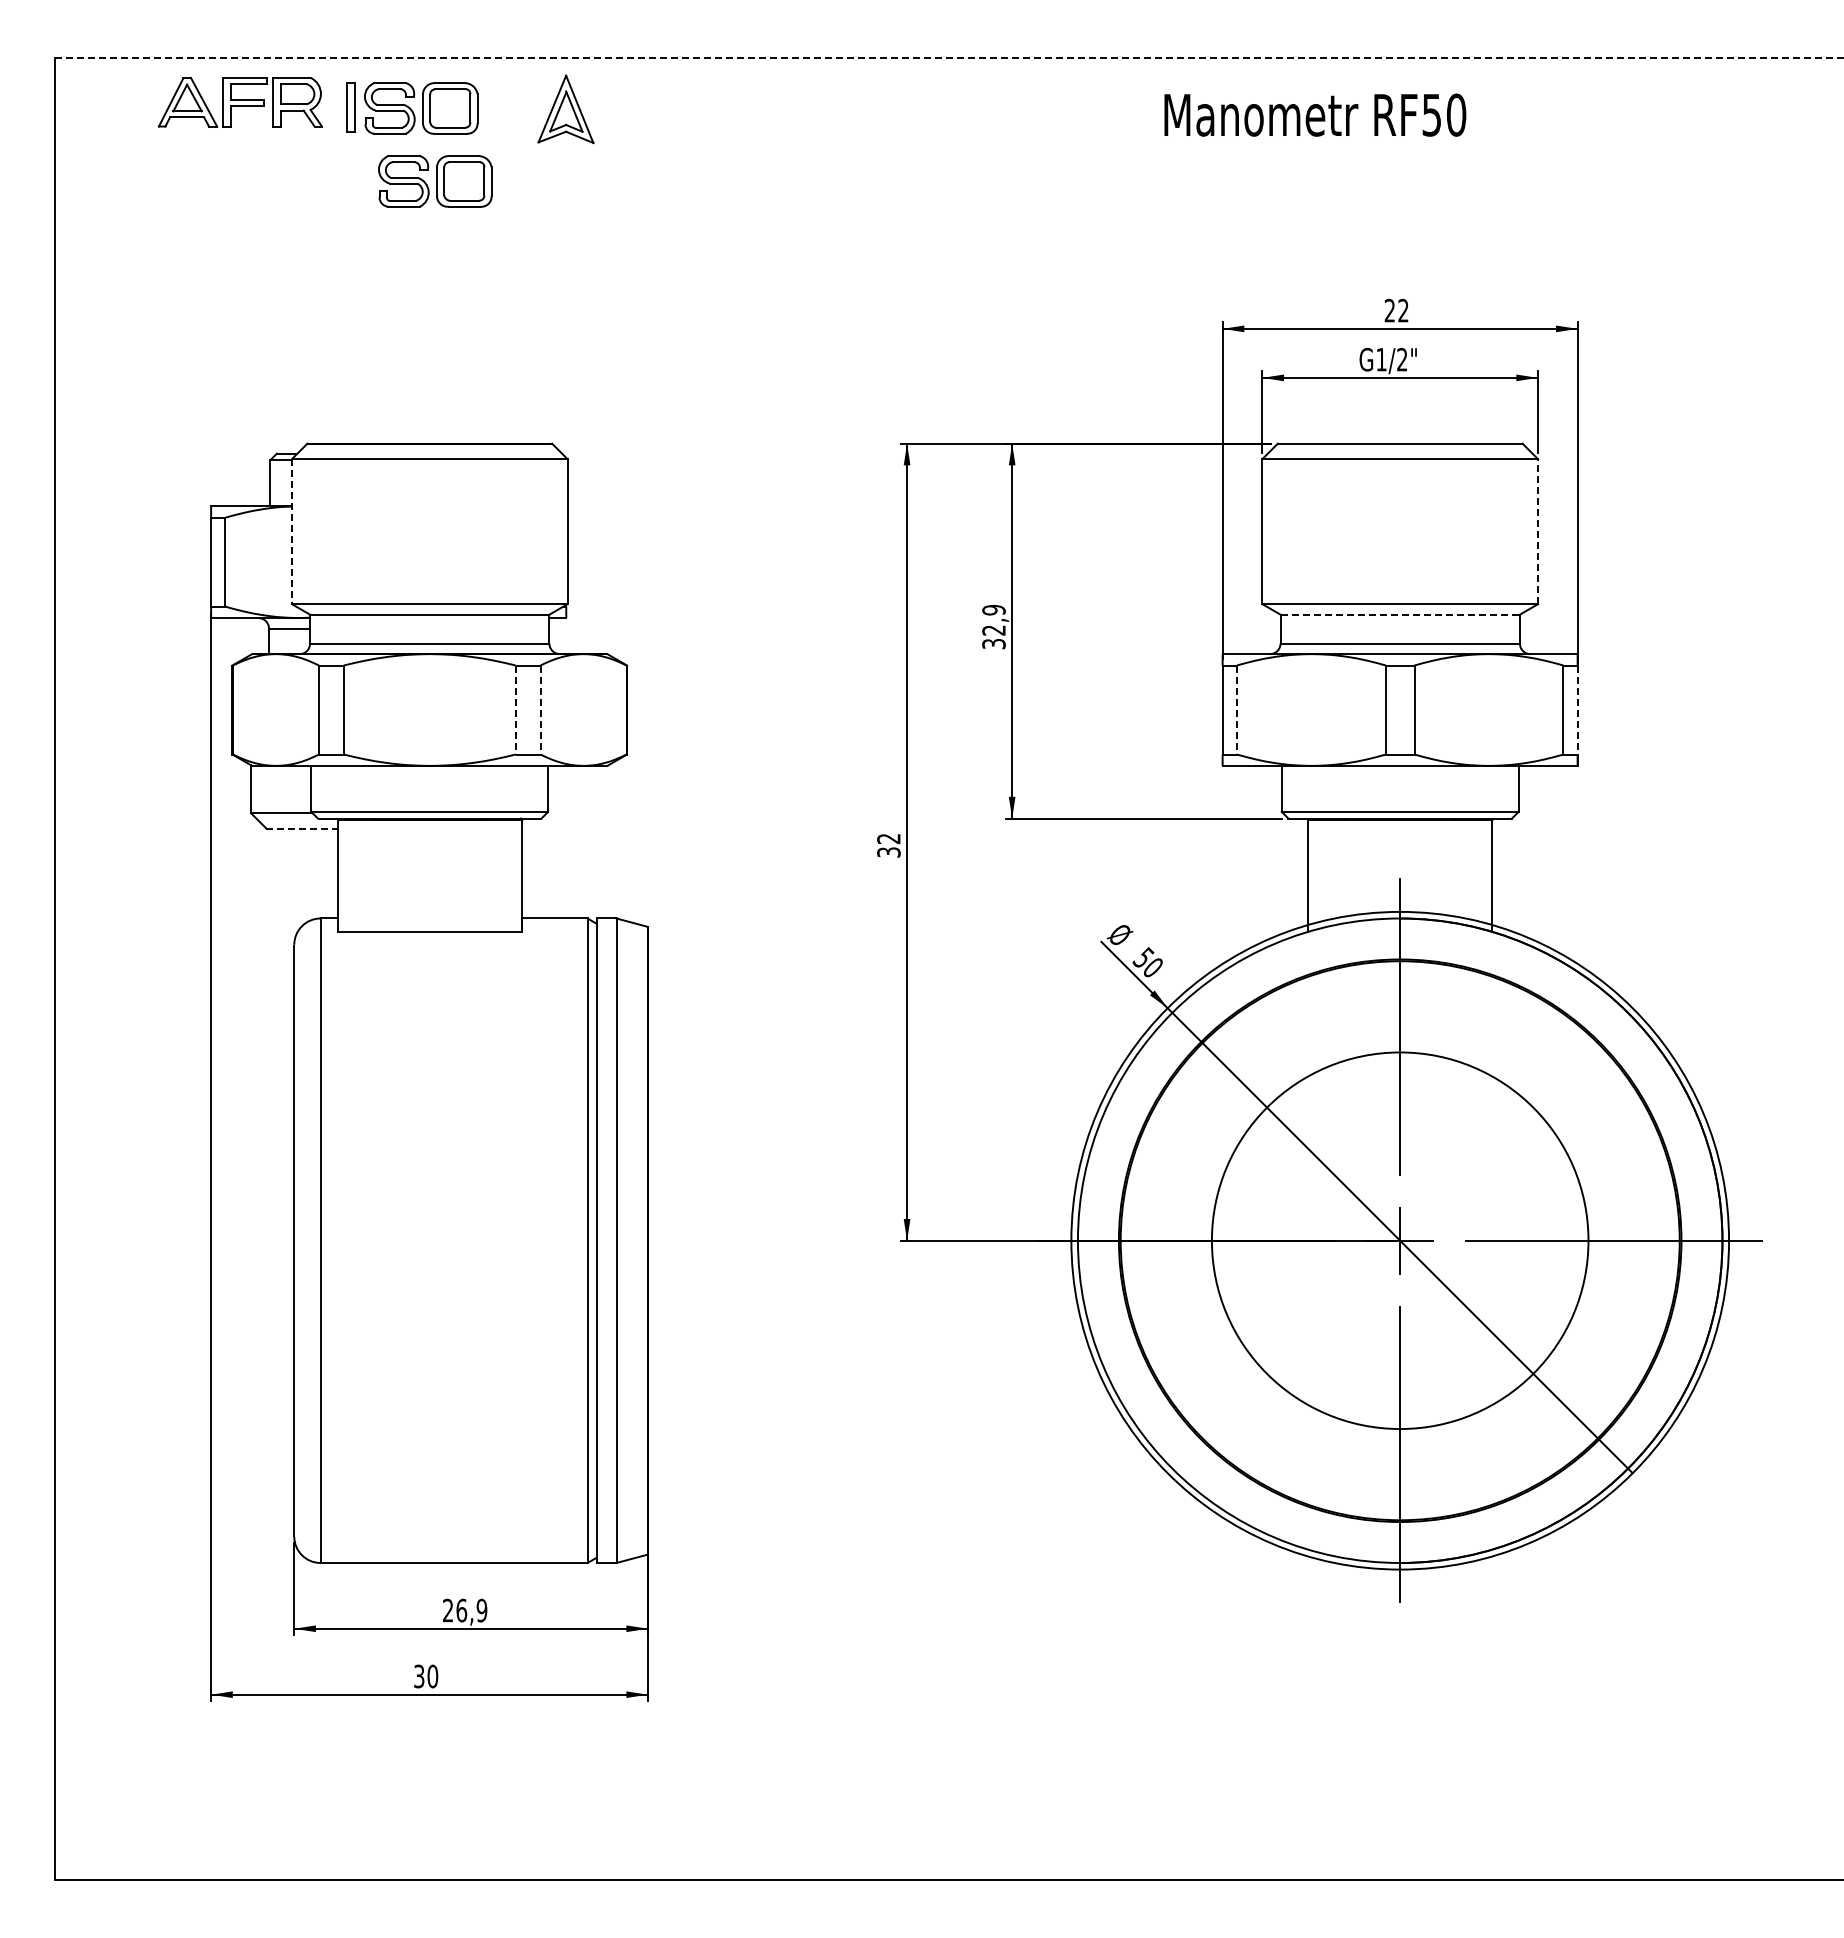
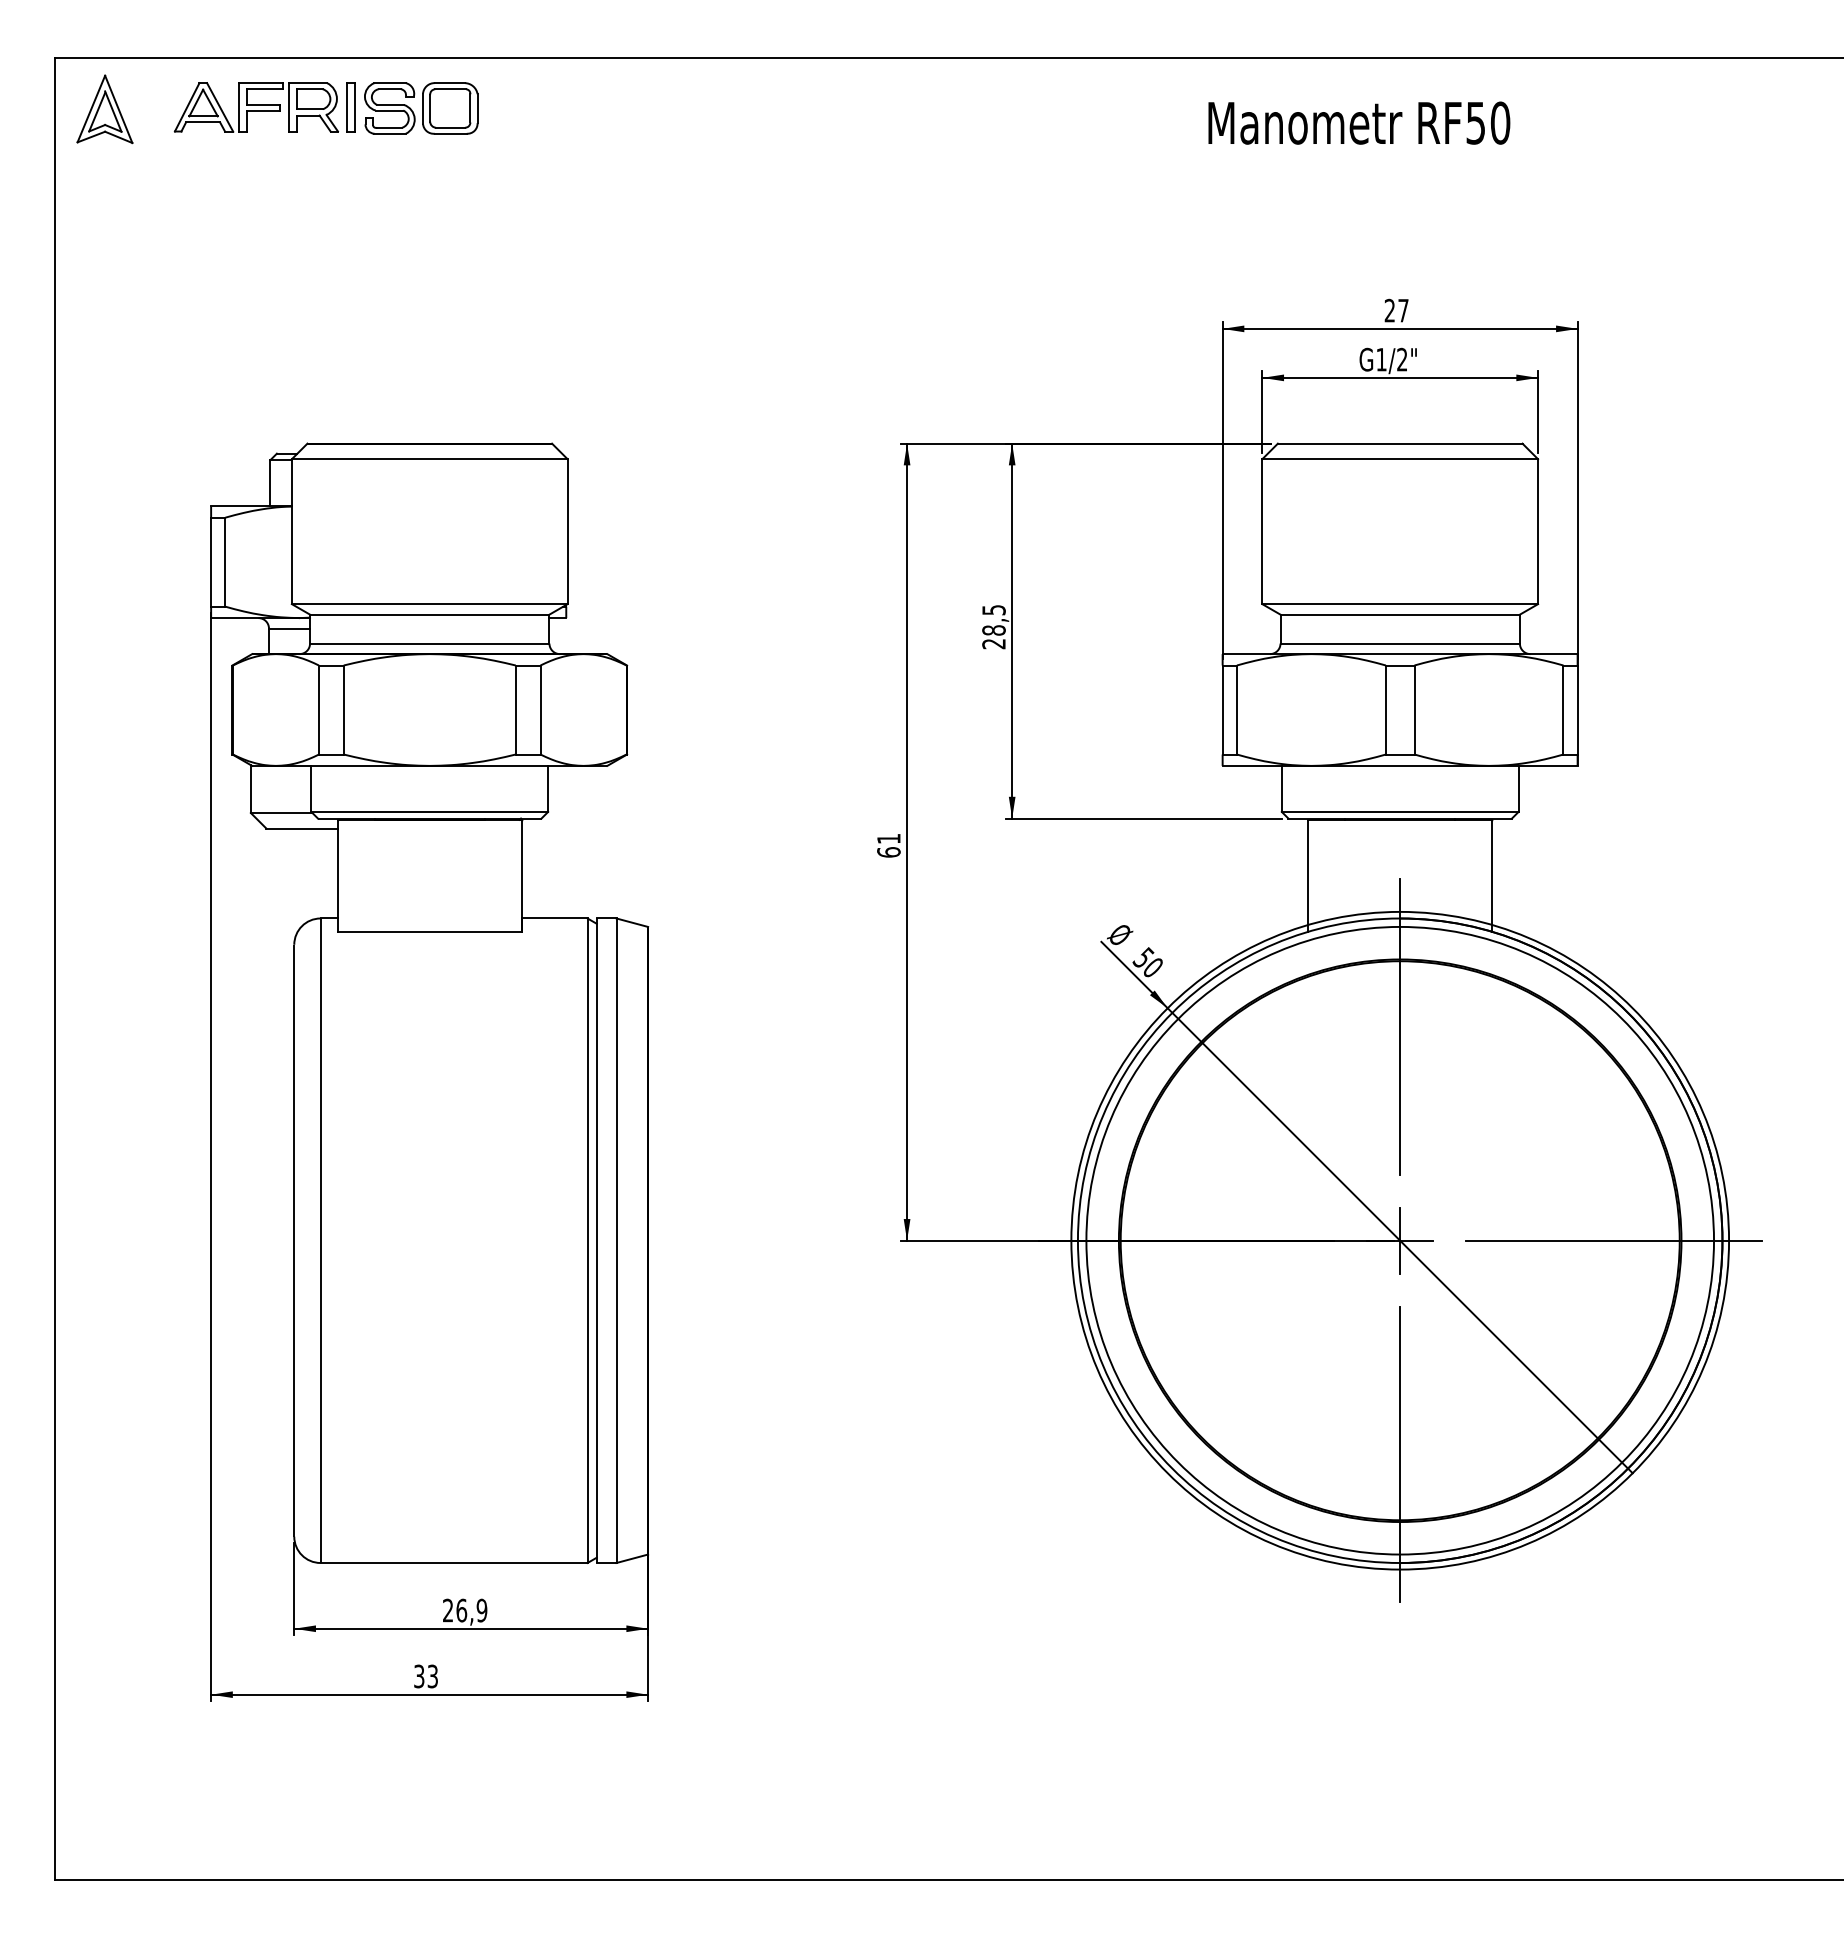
line at (949, 58): dashed -> solid
part at (239, 102) position: (239, 102) -> (255, 107)
part at (565, 109) position: (565, 109) -> (104, 109)
text at (1315, 114) position: (1315, 114) -> (1359, 122)
part at (435, 181): present -> none
text at (1403, 310): 22 -> 27
line at (1538, 531): dashed -> solid
line at (291, 532): dashed -> solid
line at (1400, 614): dashed -> solid
text at (993, 626): 32,9 -> 28,5
line at (515, 710): dashed -> solid
line at (540, 710): dashed -> solid
line at (1236, 710): dashed -> solid
line at (1577, 710): dashed -> solid
line at (302, 828): dashed -> solid
text at (888, 845): 32 -> 61
circle at (1399, 1240) diameter: 377 px -> 628 px
text at (432, 1676): 30 -> 33
